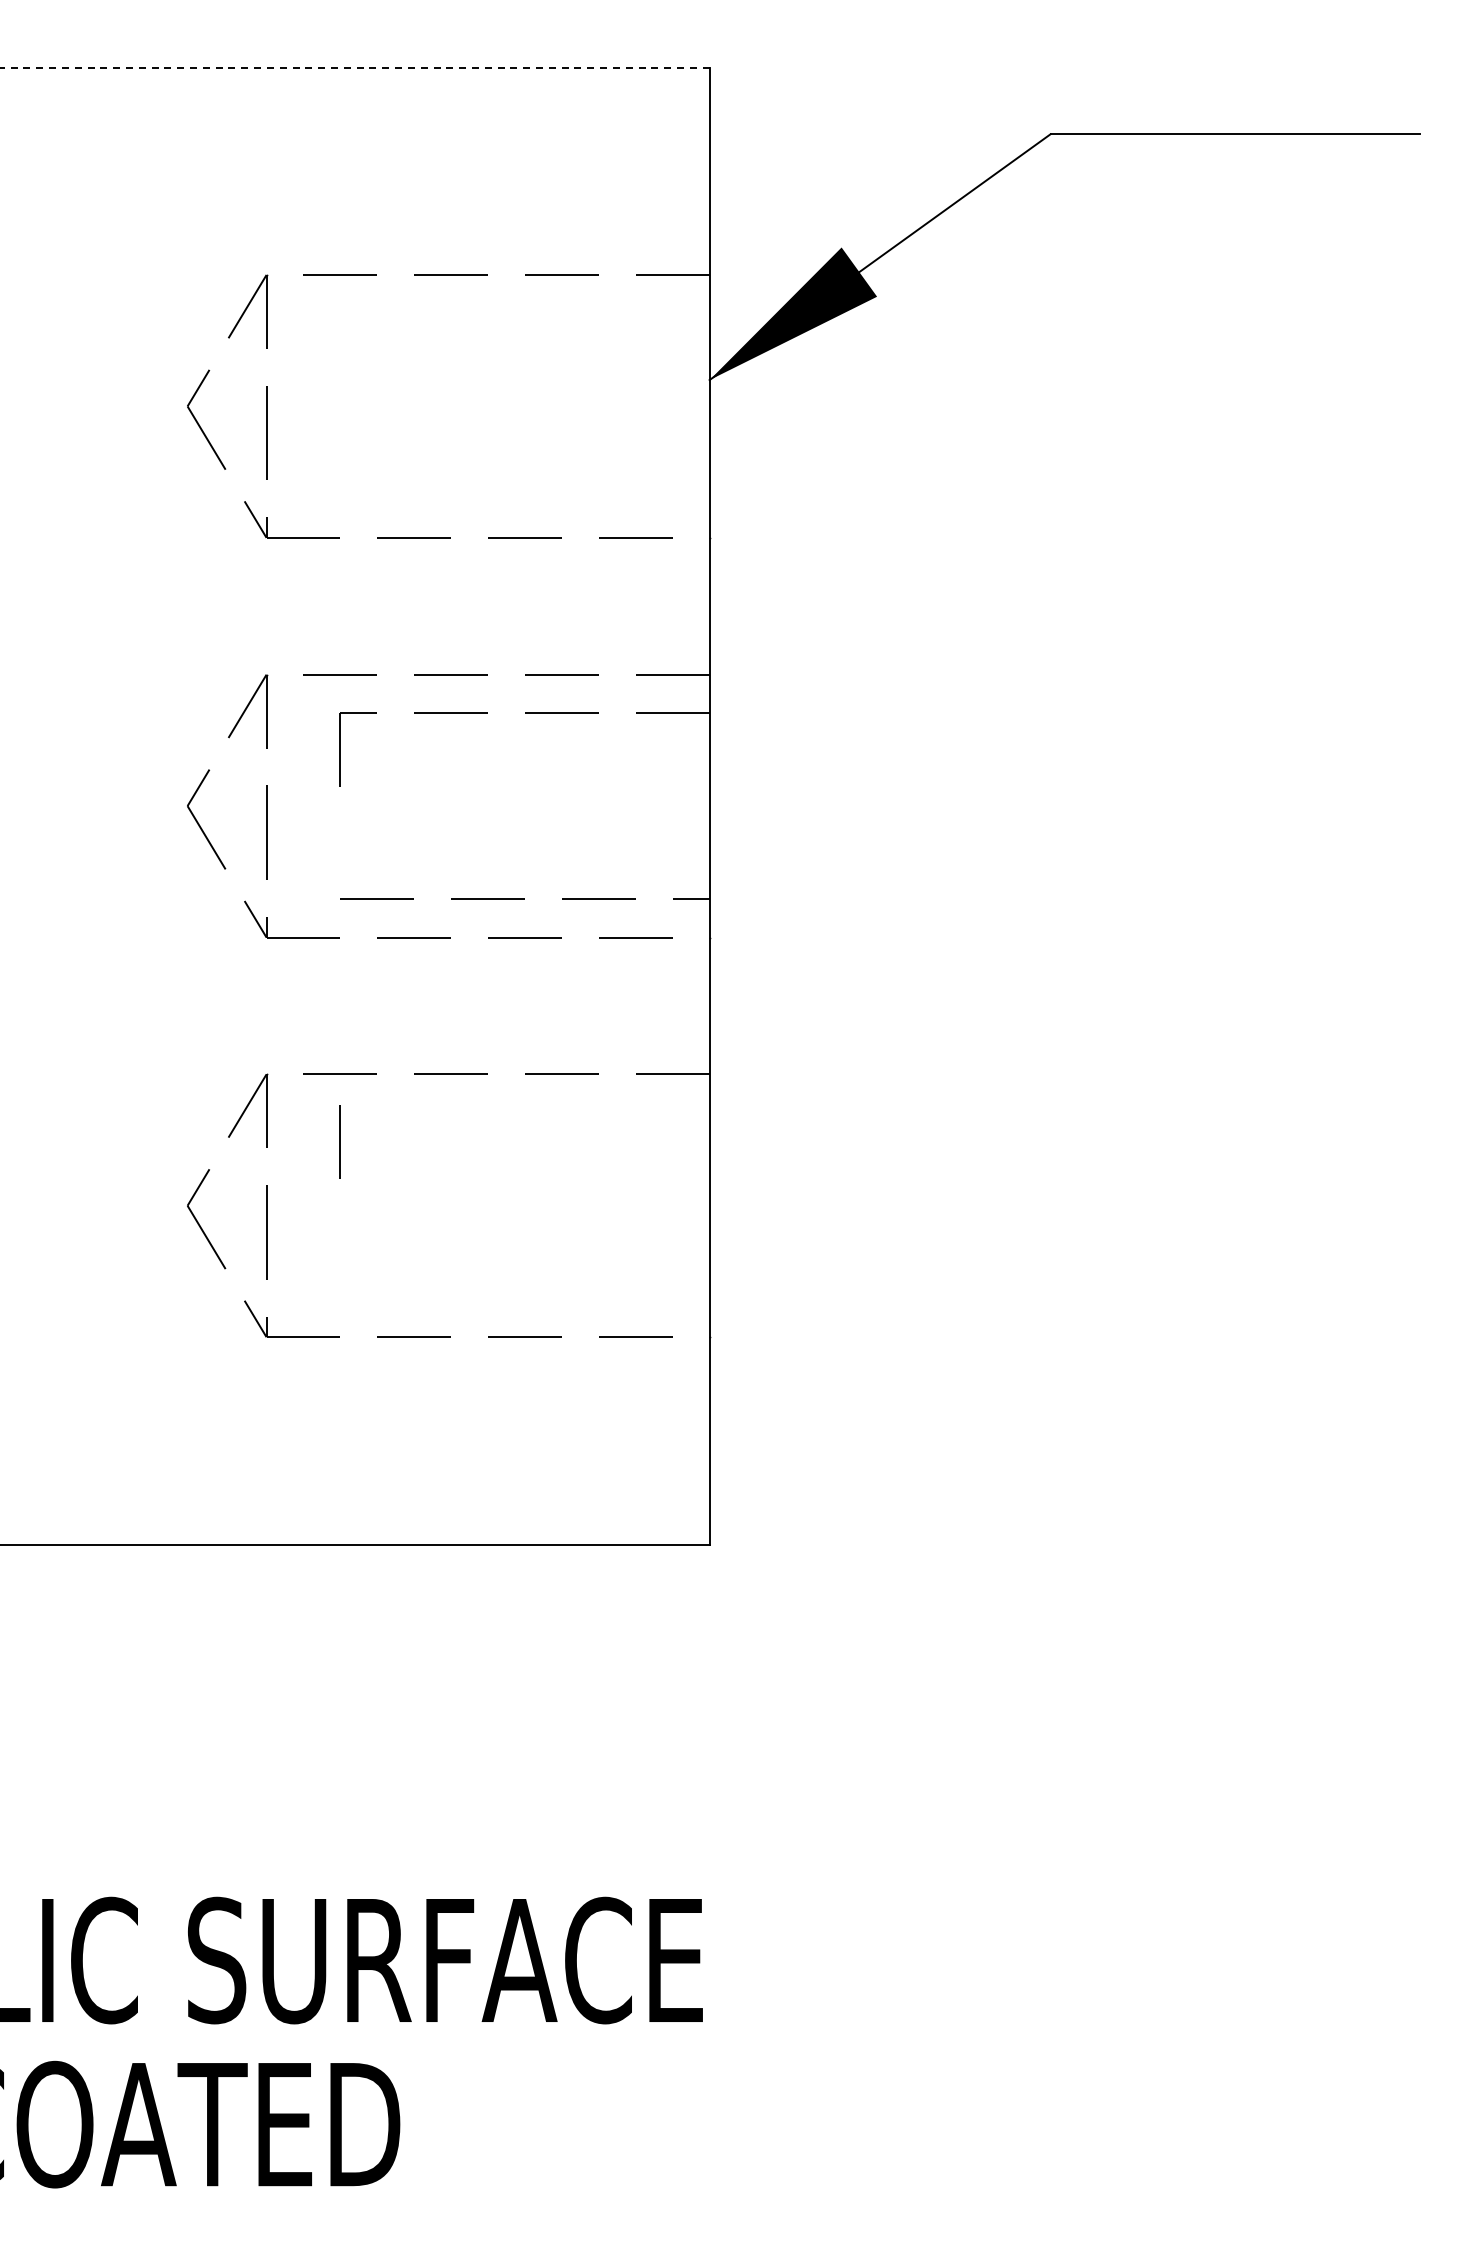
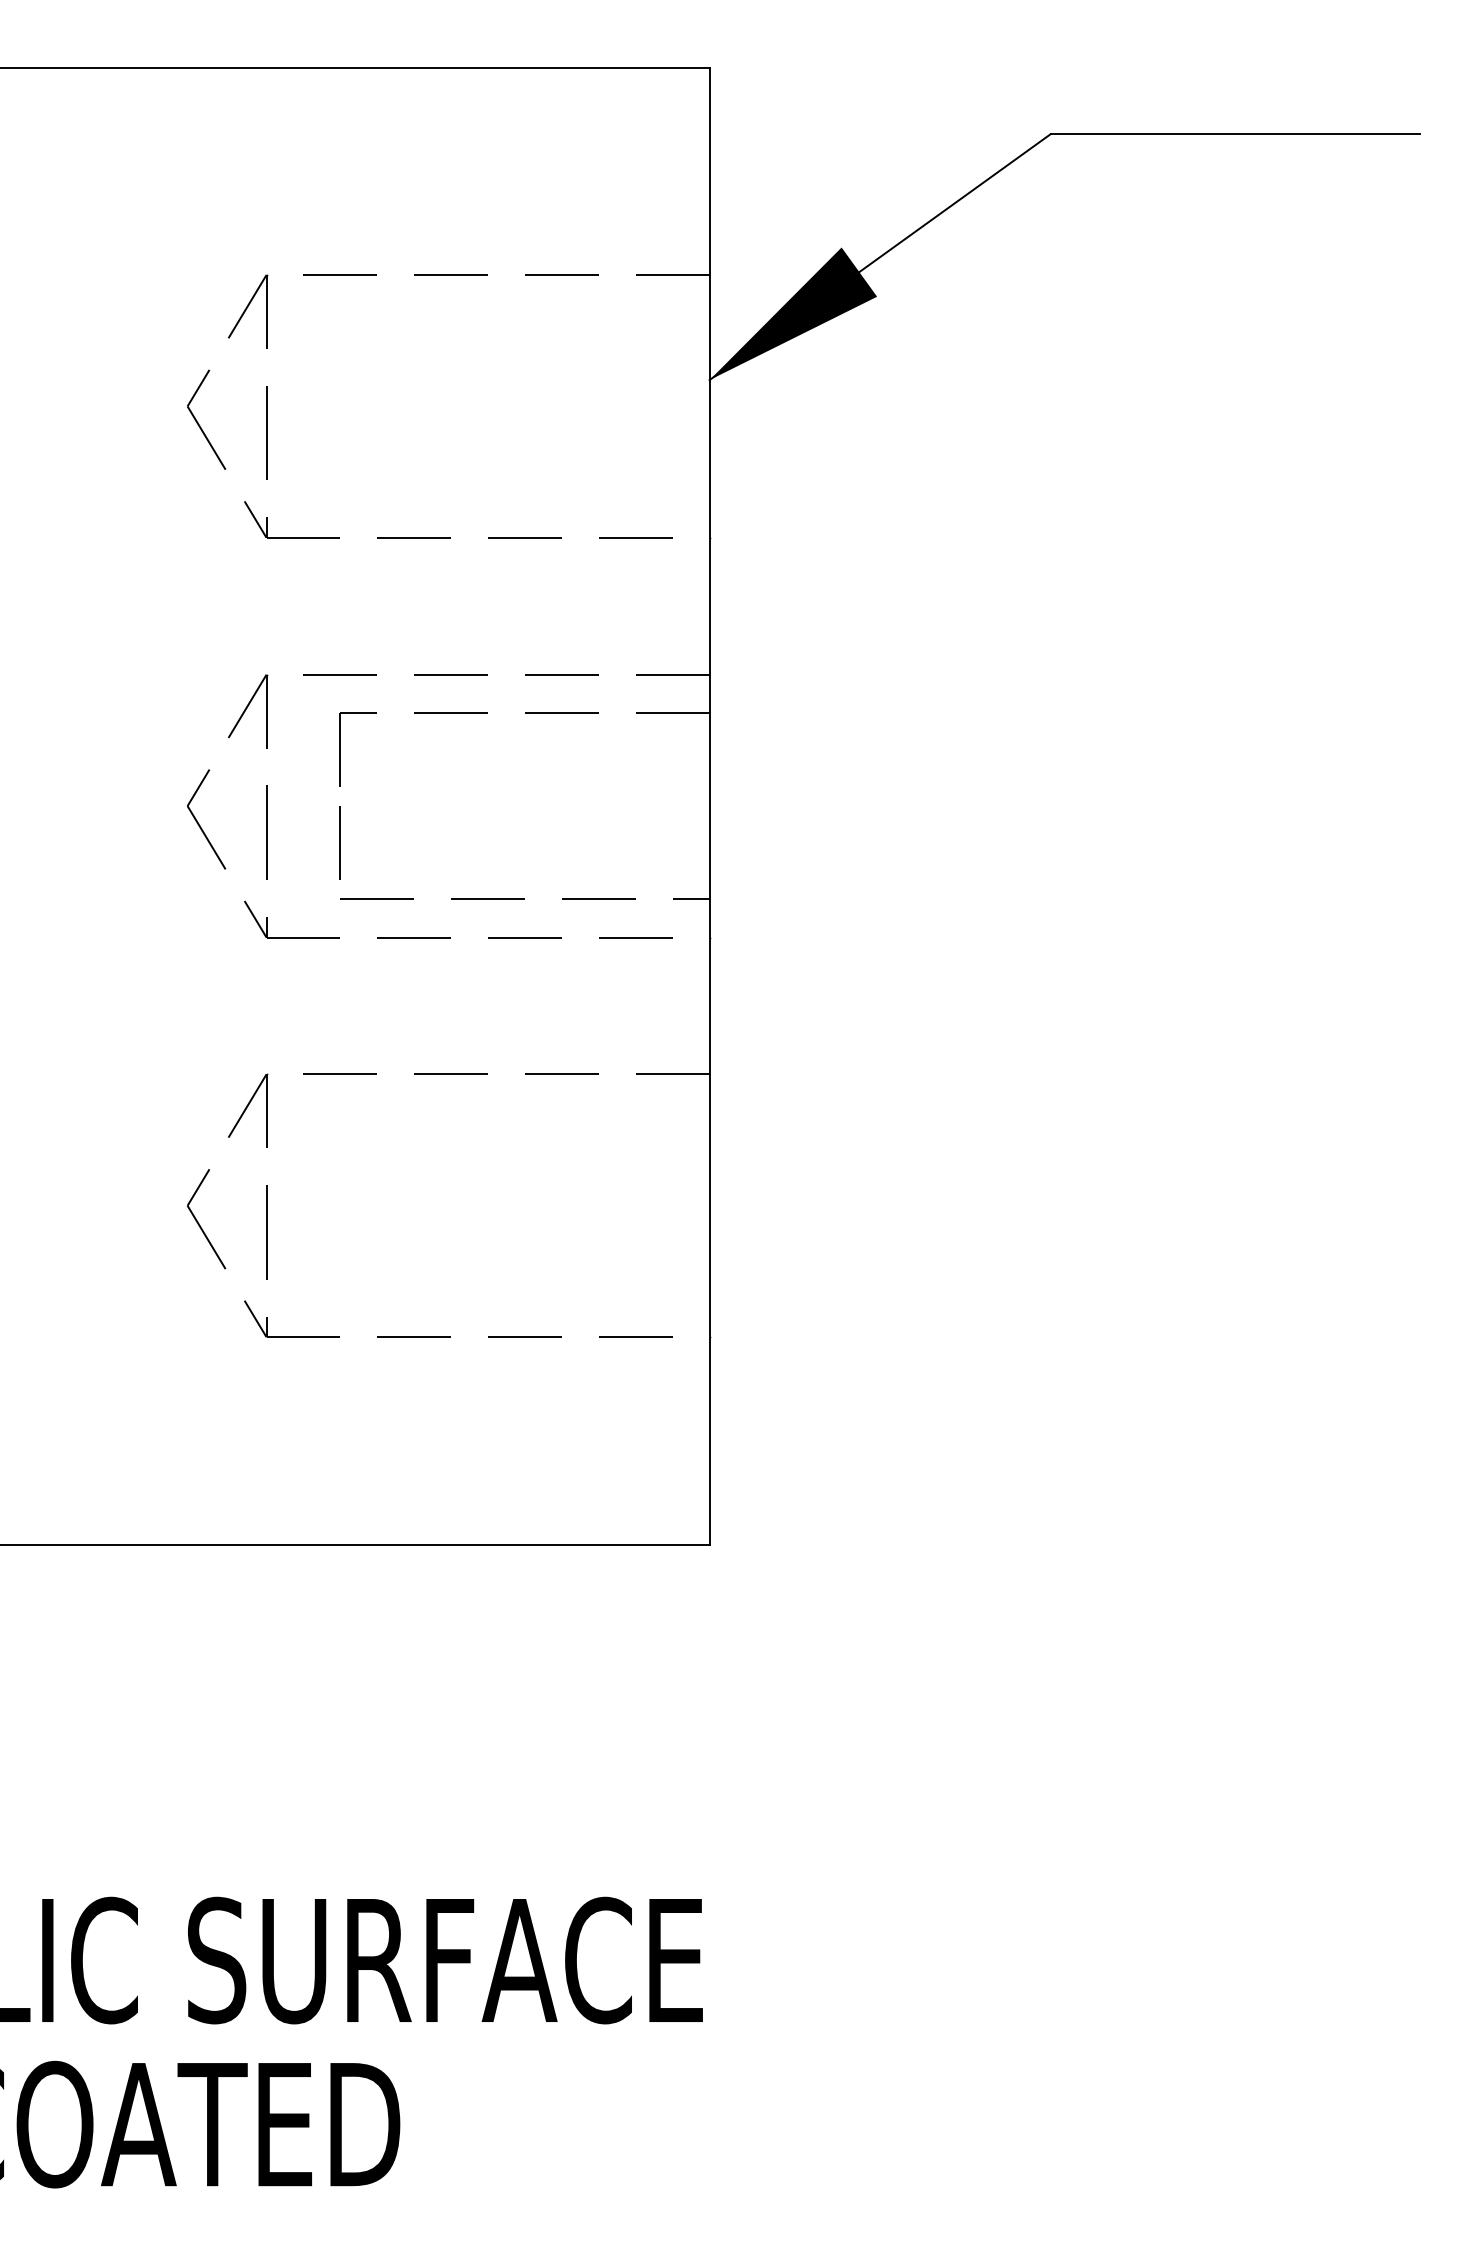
line at (354, 67): dashed -> solid
line at (339, 1141) position: (339, 1141) -> (339, 842)
